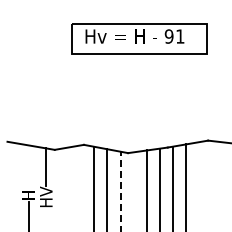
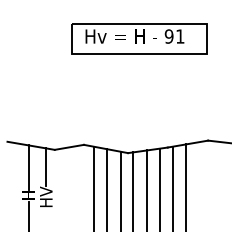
line at (28, 167): none -> present
line at (133, 190): none -> present
line at (120, 191): dashed -> solid
